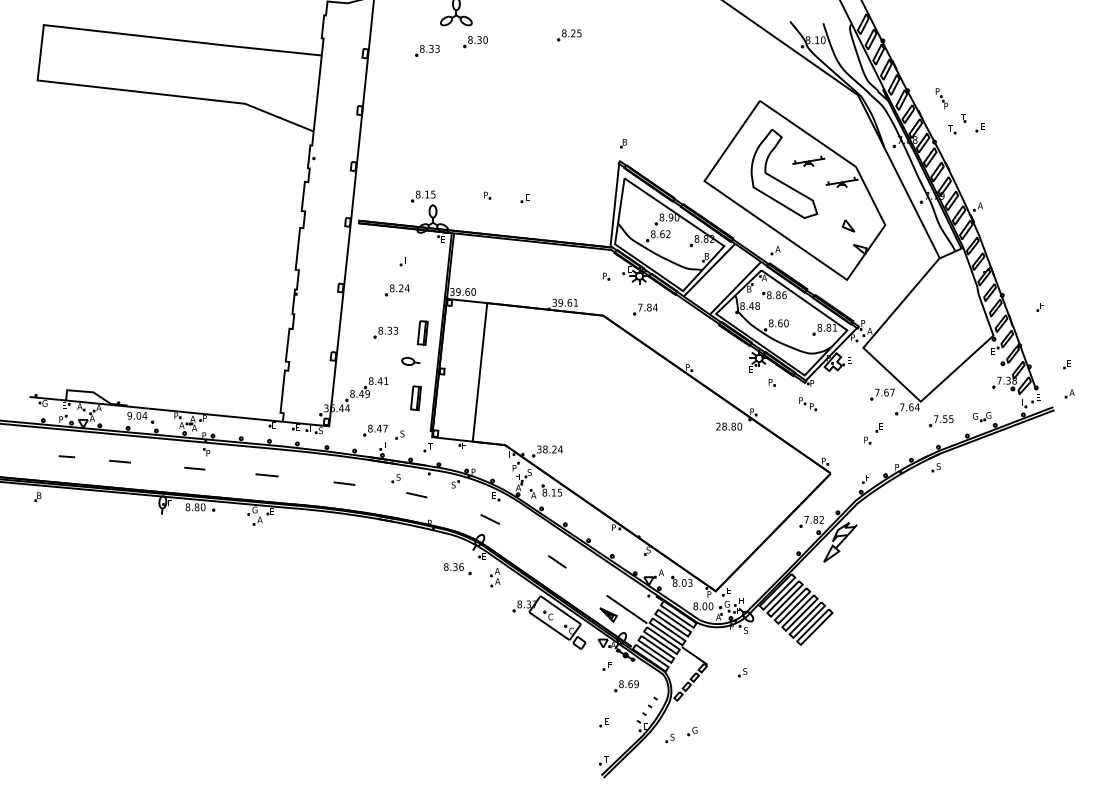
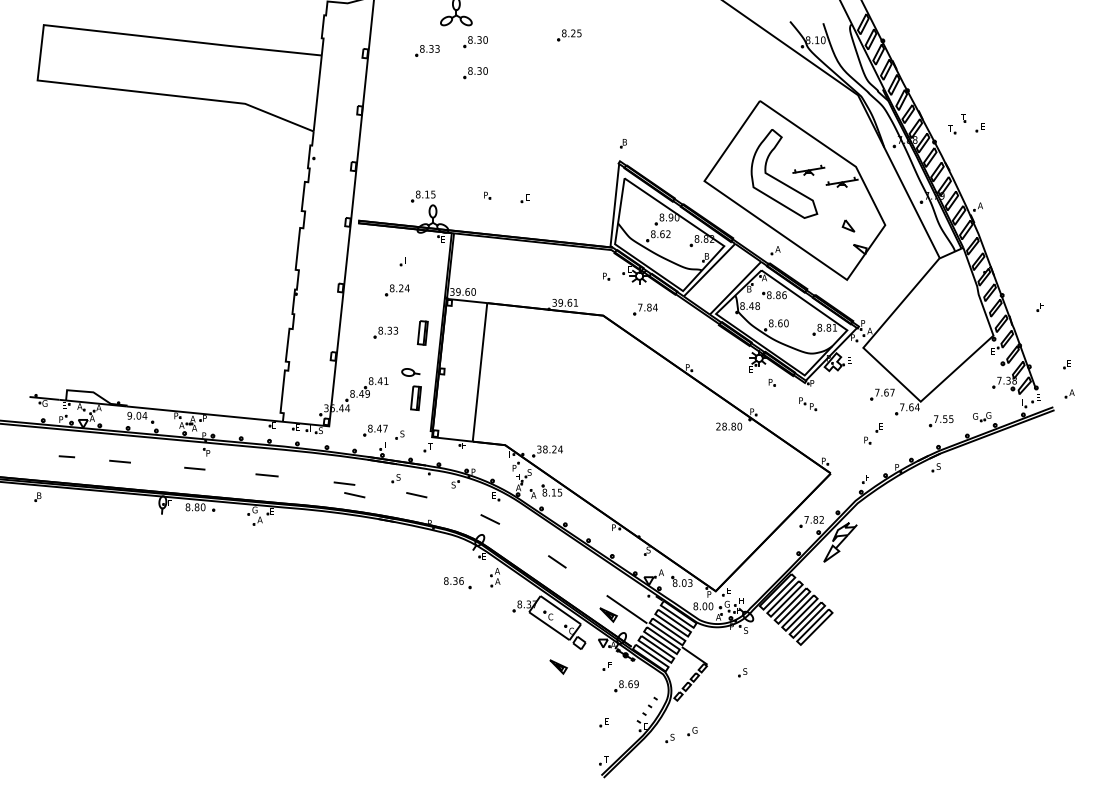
part at (475, 73): none -> present
part at (941, 98): present -> none
part at (808, 160) position: (808, 160) -> (808, 169)
part at (410, 361) position: (410, 361) -> (410, 372)
line at (354, 495): none -> present
part at (457, 569) position: (457, 569) -> (457, 583)
part at (558, 666): none -> present
